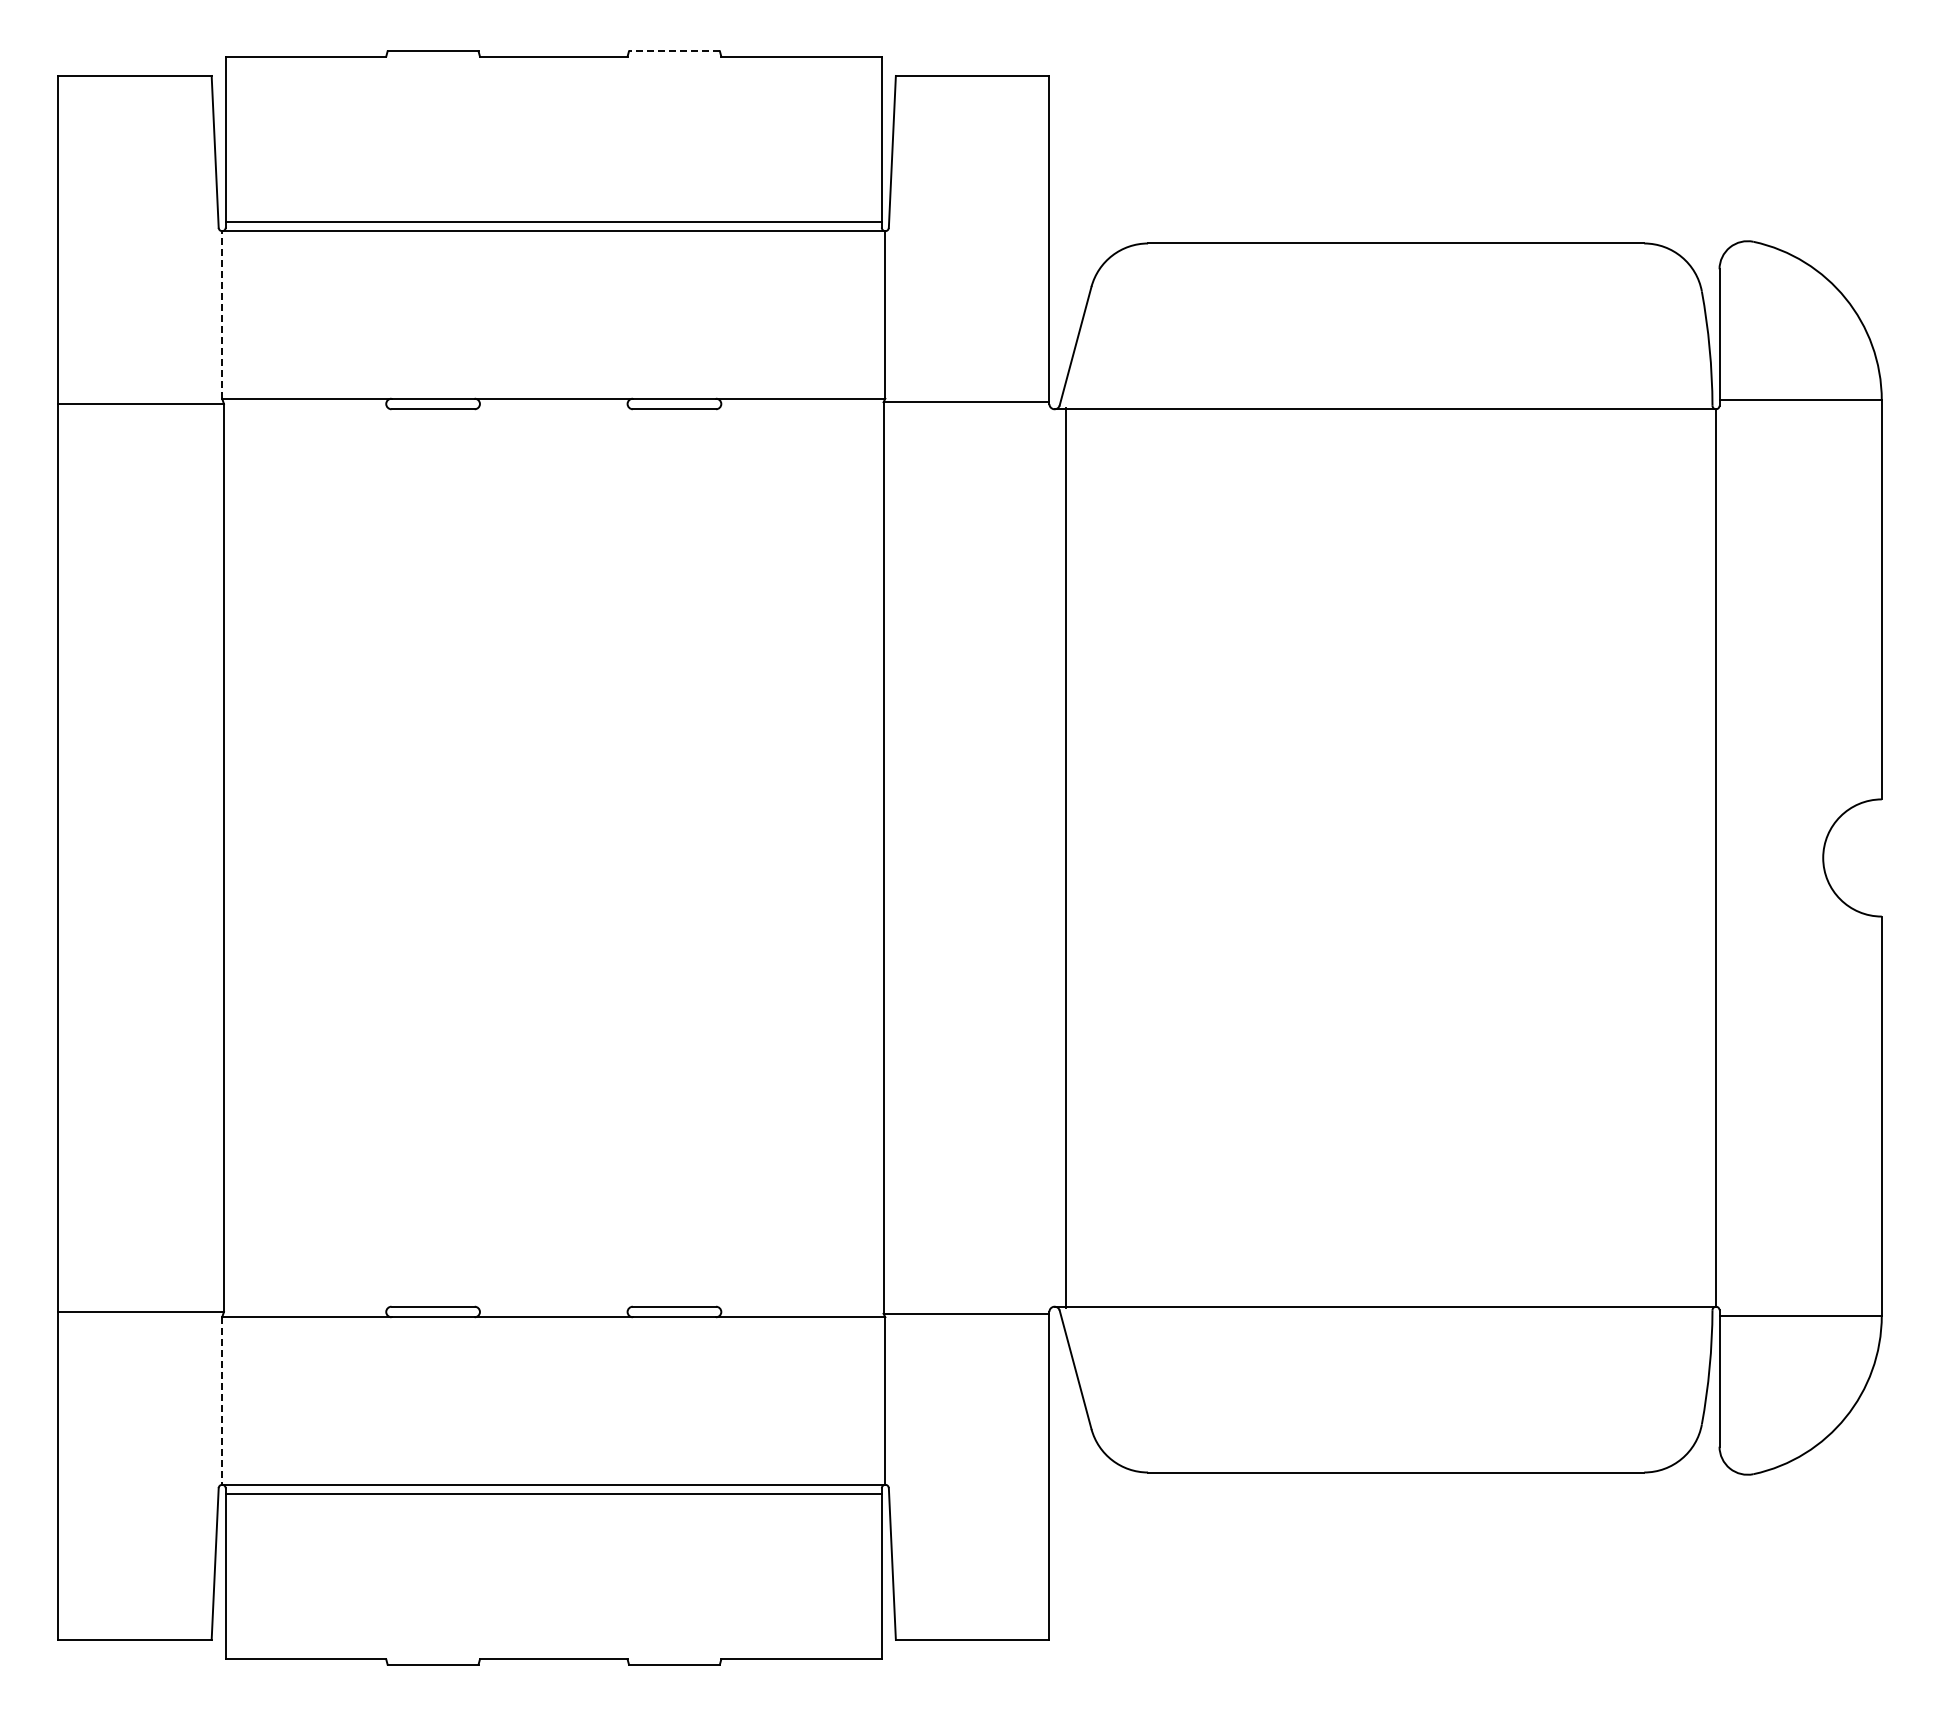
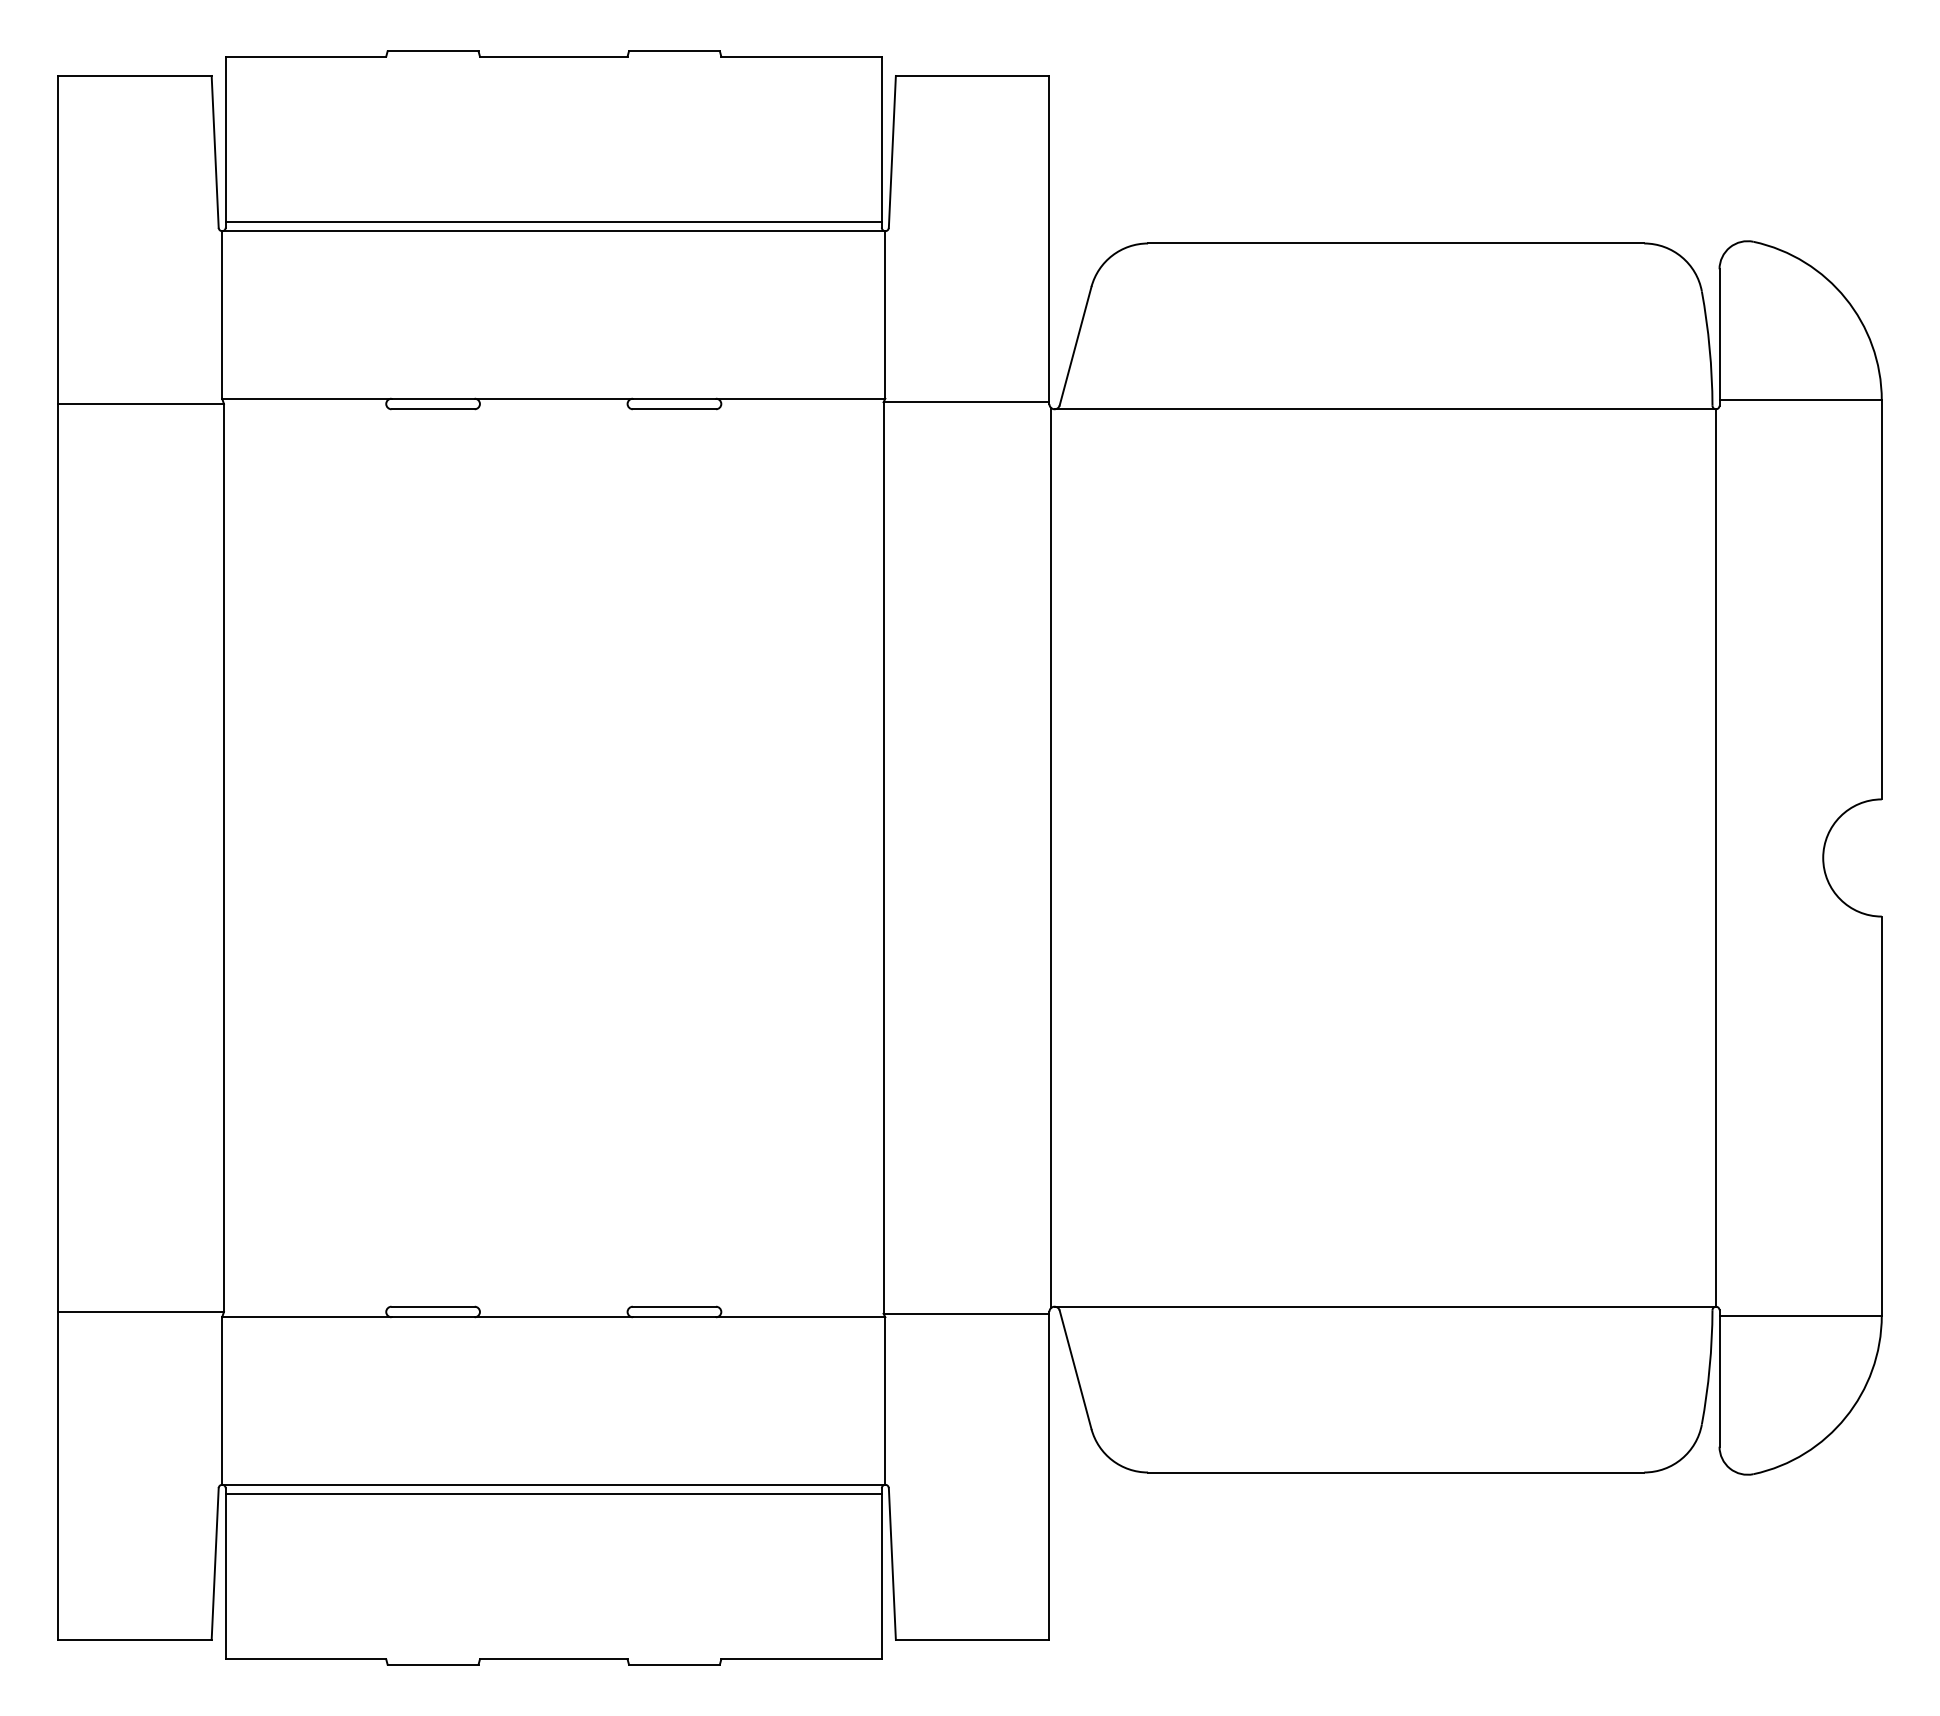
line at (673, 51): dashed -> solid
line at (222, 314): dashed -> solid
line at (1066, 857) position: (1066, 857) -> (1051, 857)
line at (222, 1401): dashed -> solid
